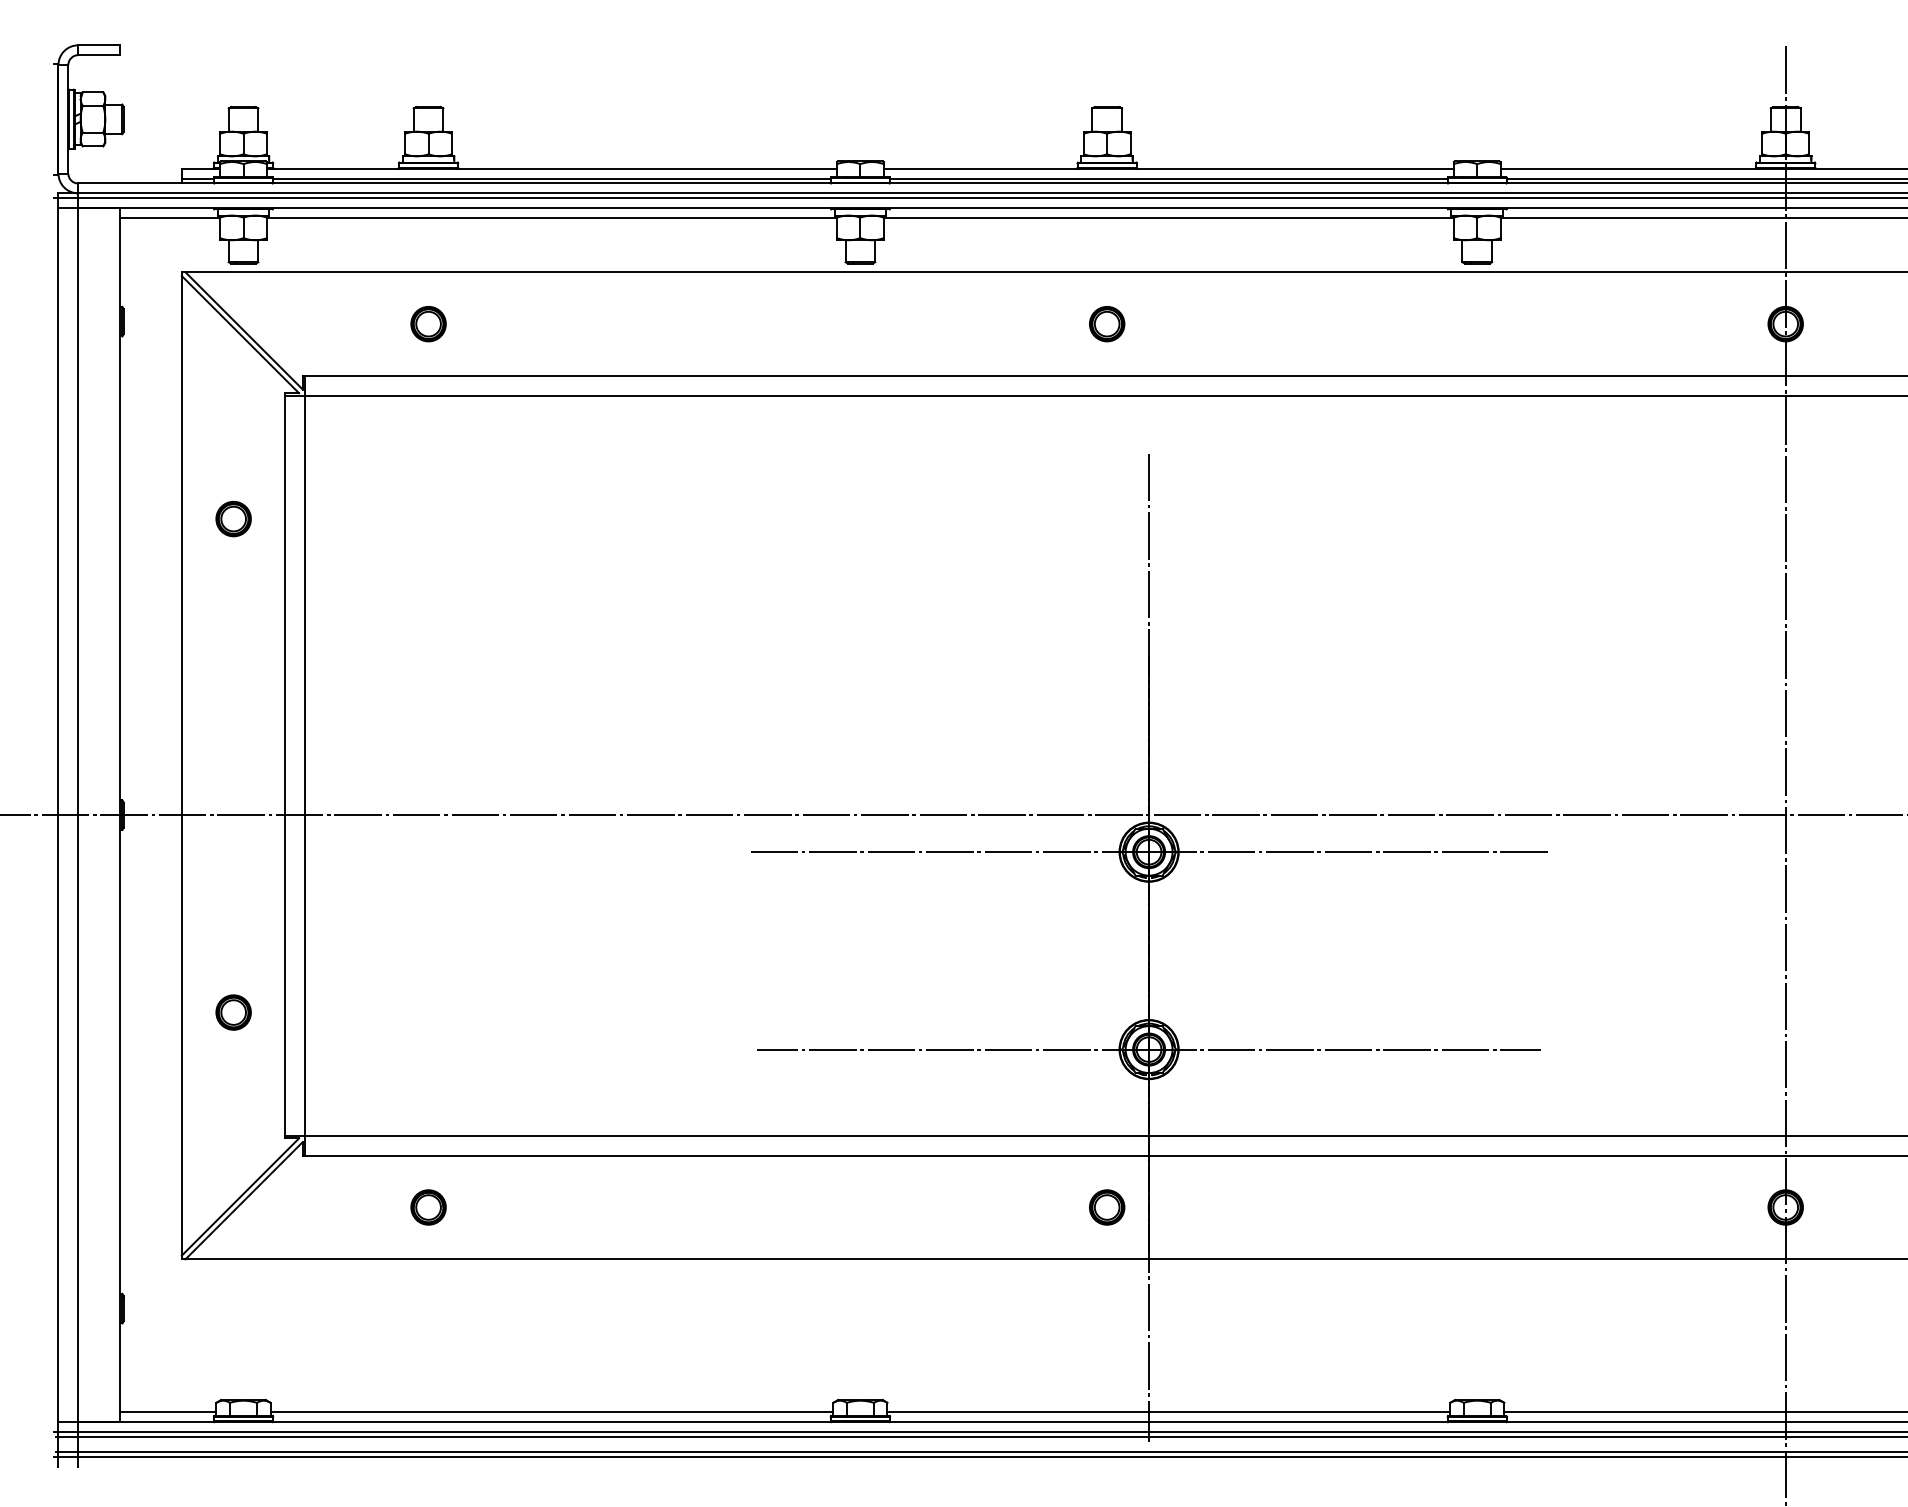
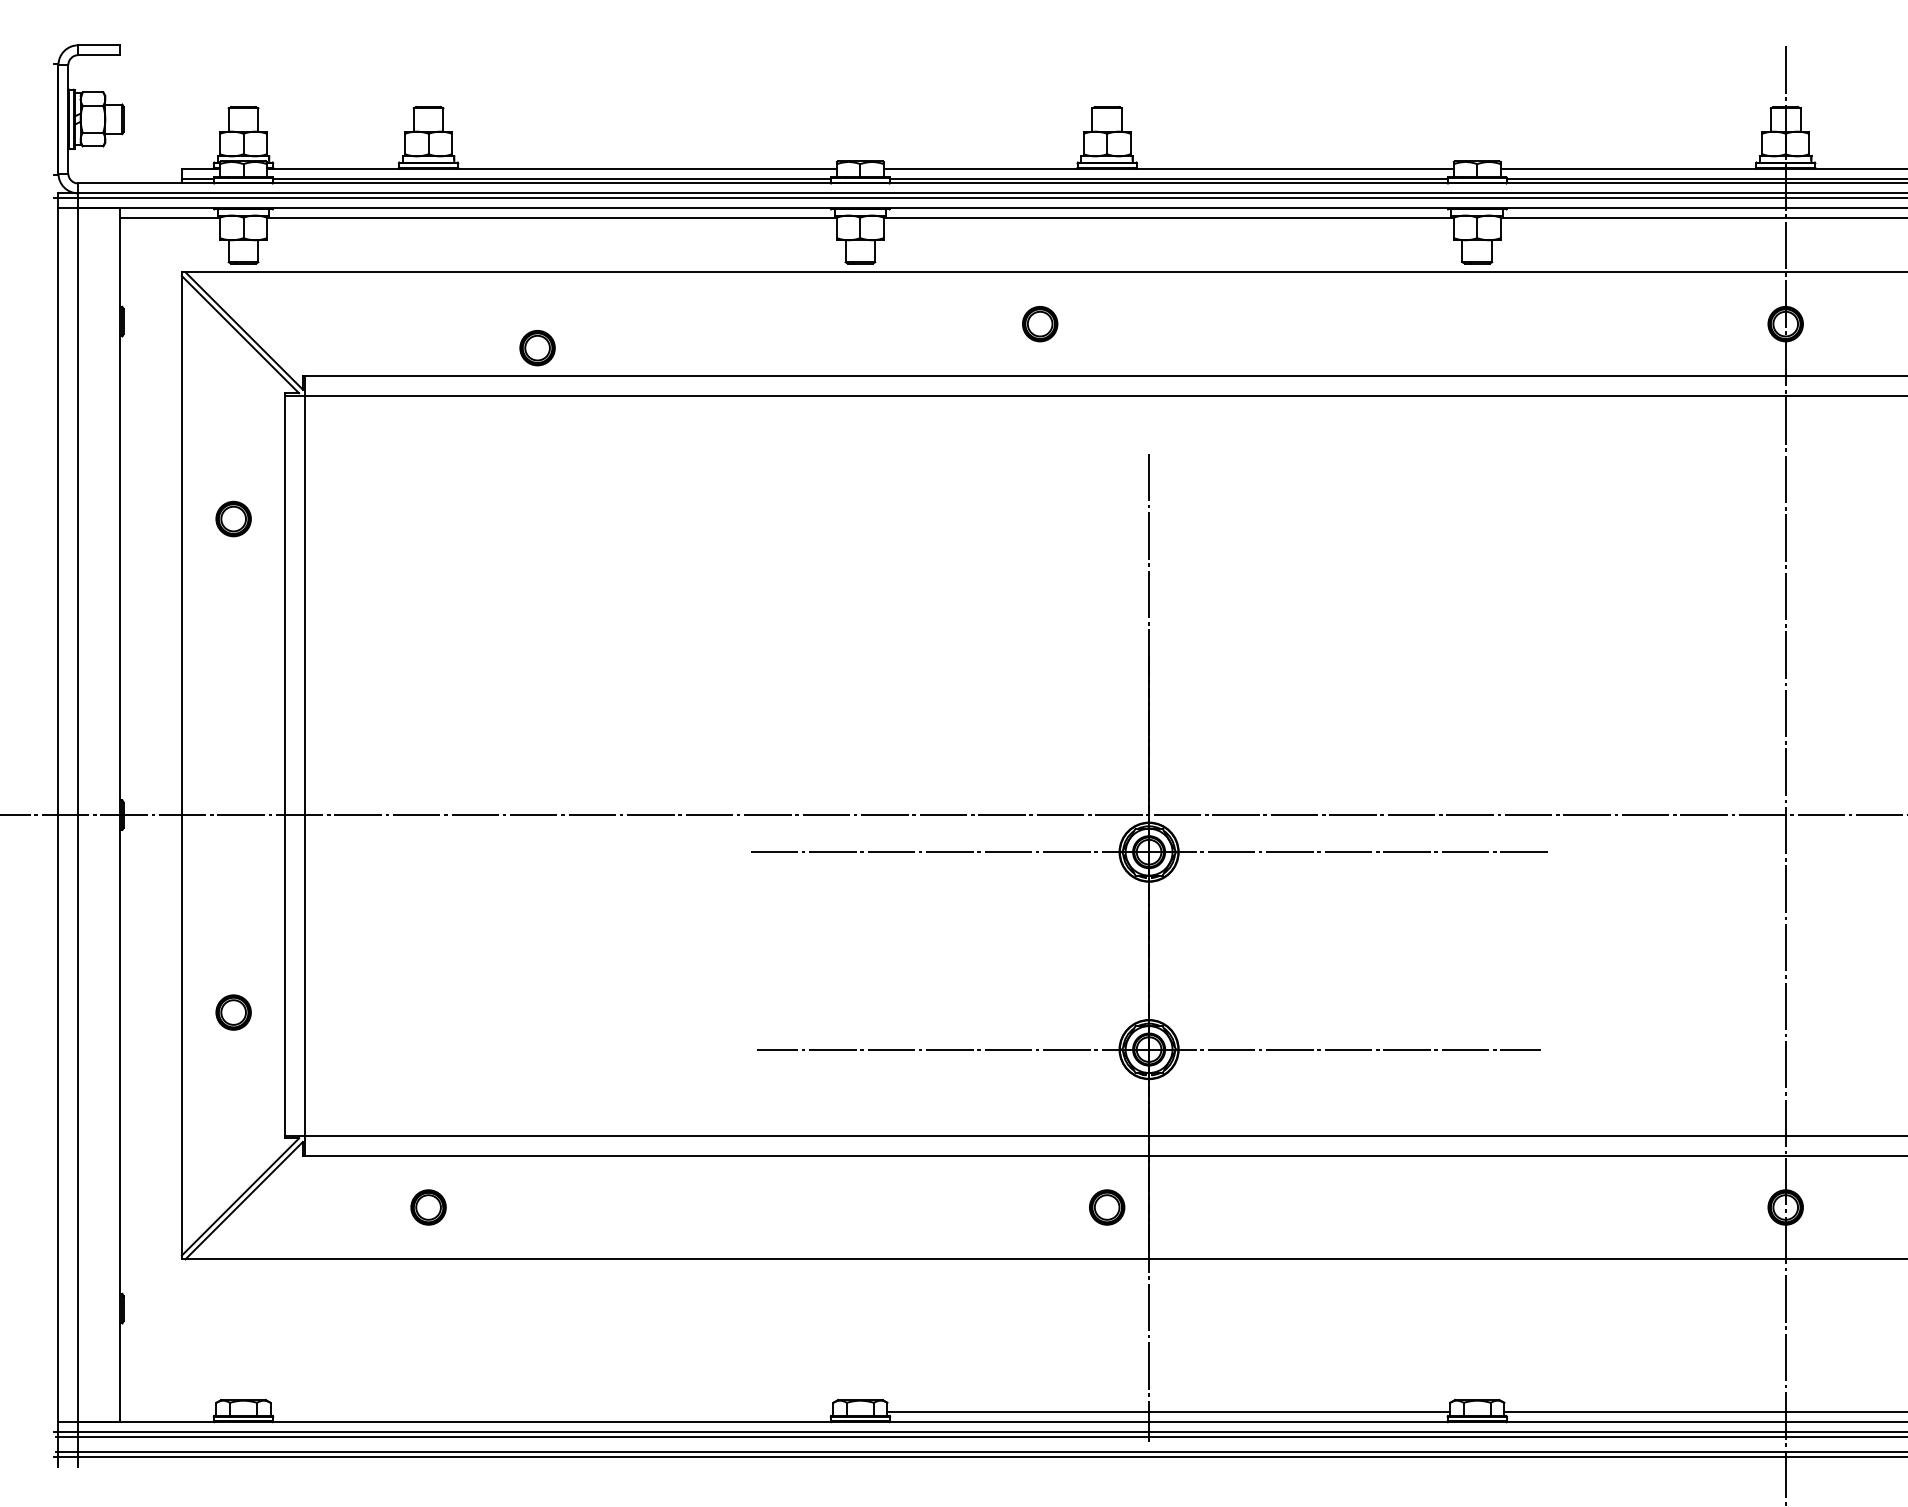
part at (428, 324) position: (428, 324) -> (537, 348)
part at (1107, 324) position: (1107, 324) -> (1040, 324)
line at (168, 1412): present -> none
line at (551, 1412): present -> none
